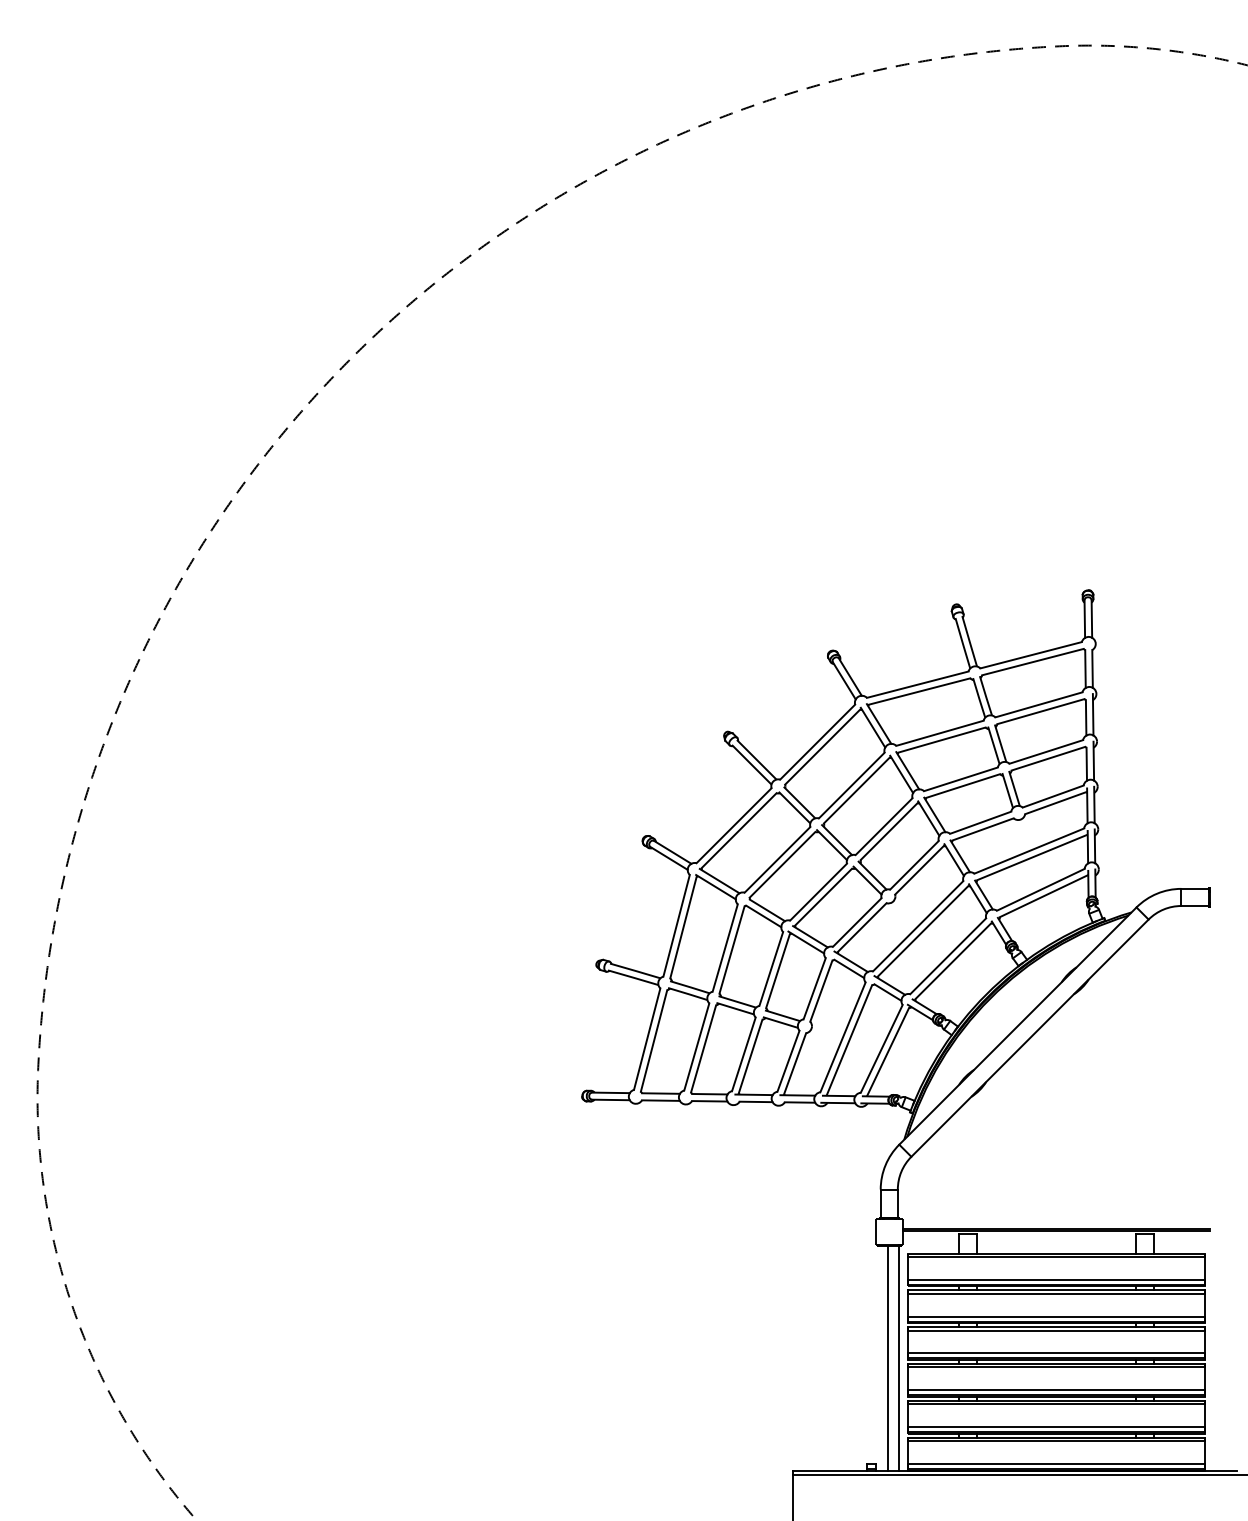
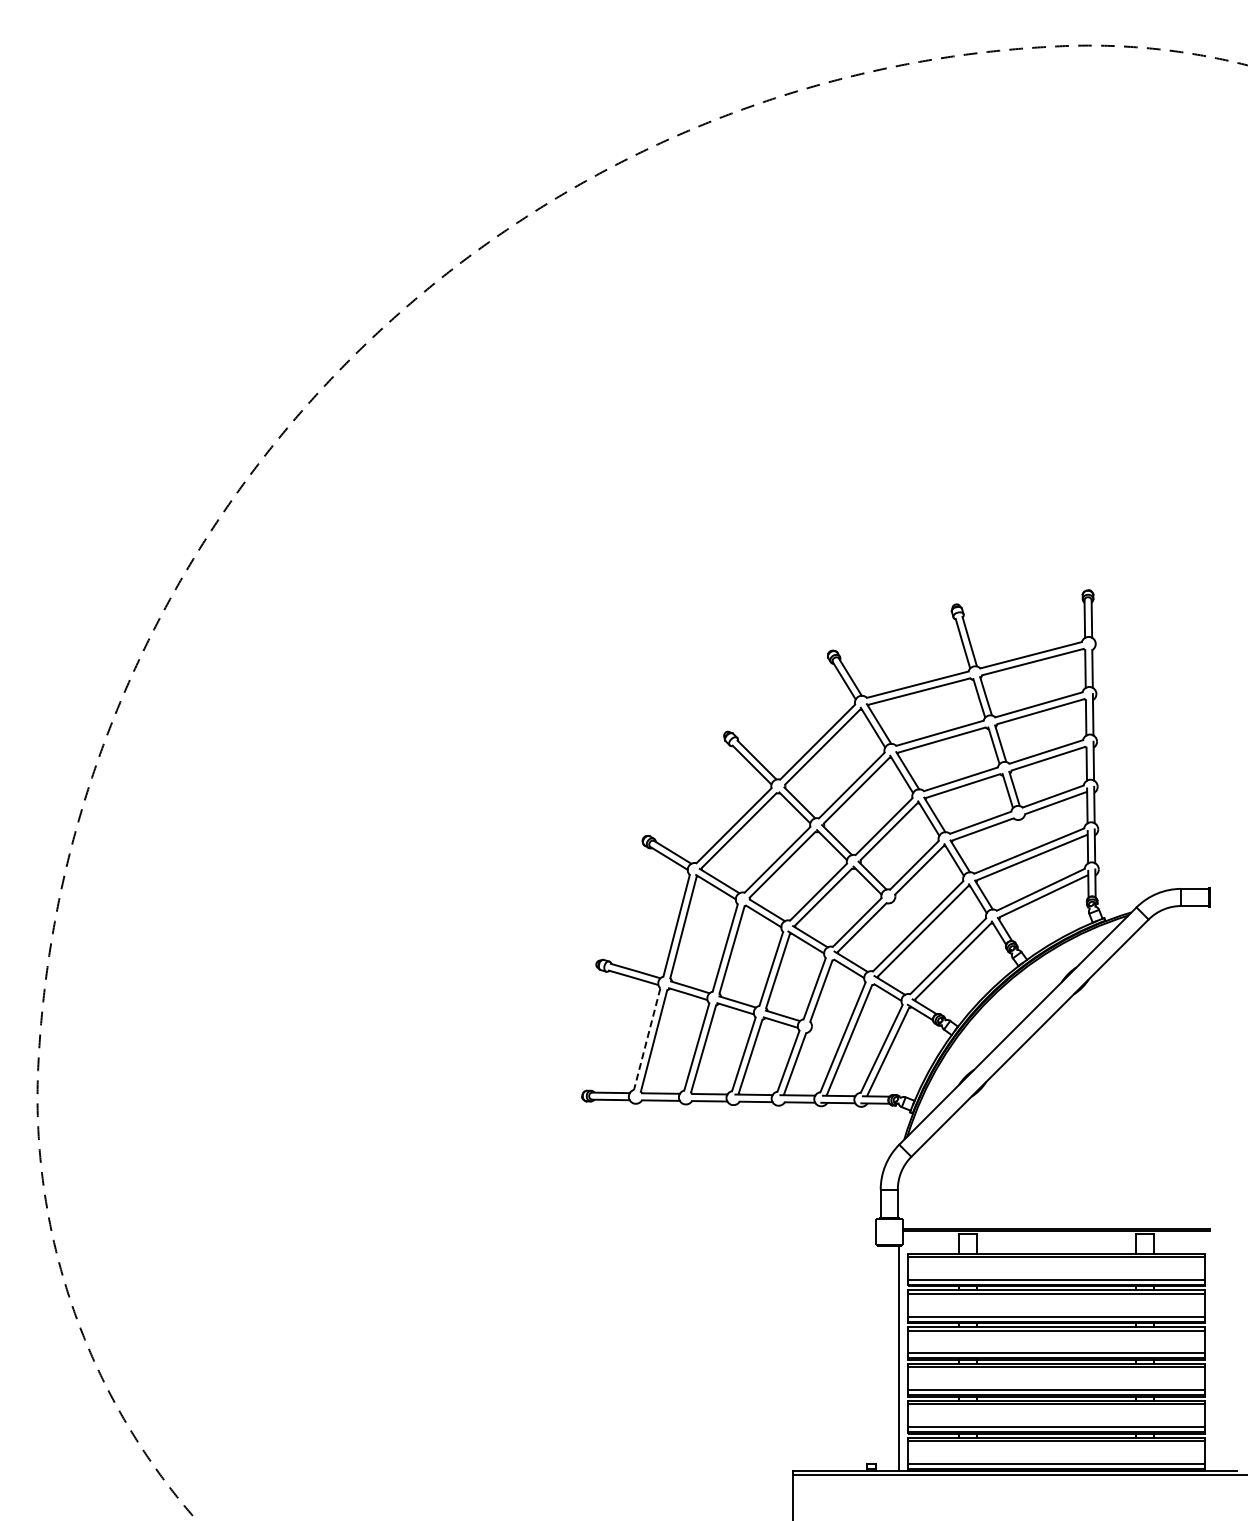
line at (647, 1039): solid -> dashed
line at (888, 1358): present -> none
